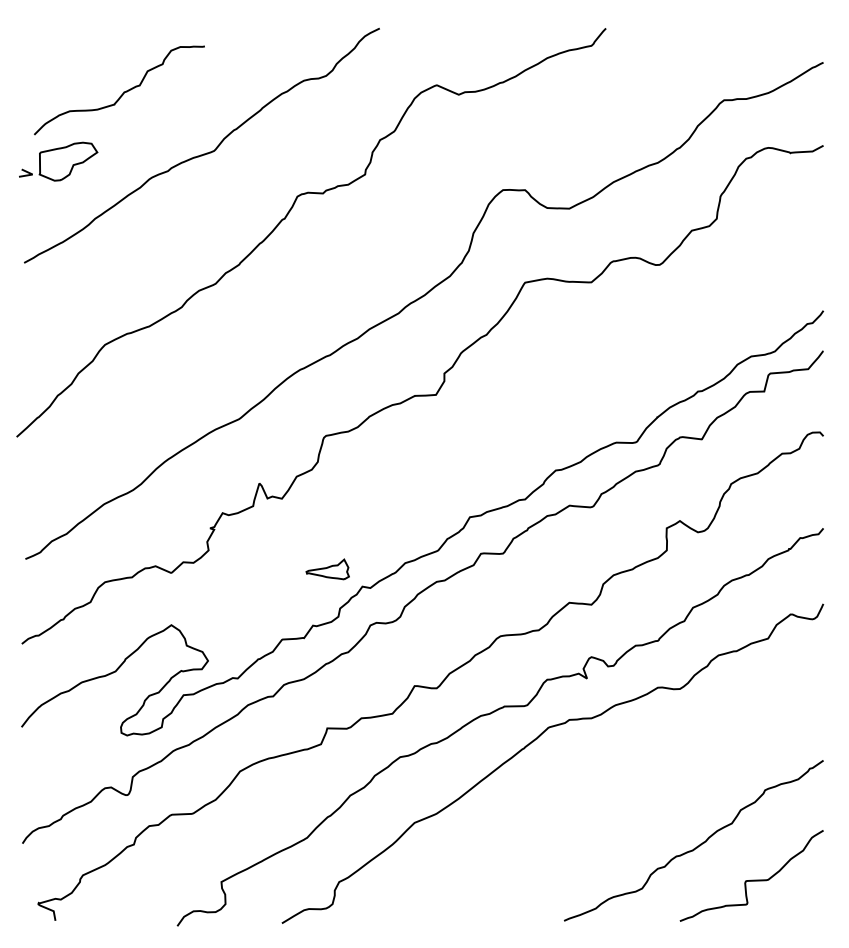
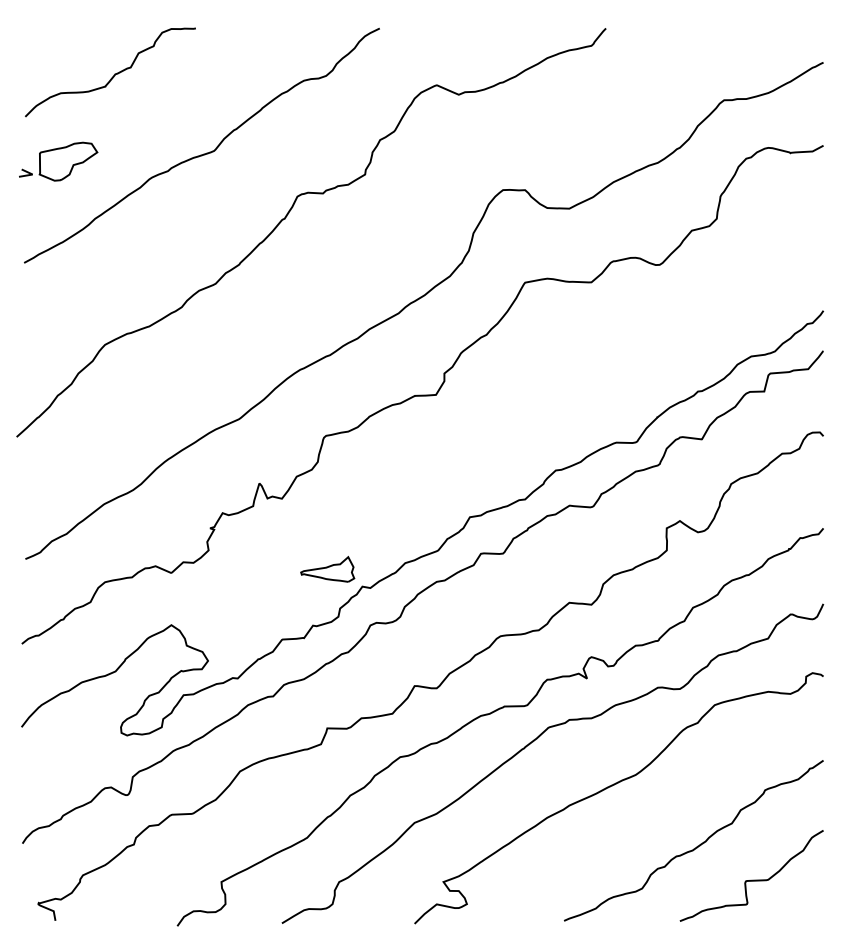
curve at (123, 91) position: (123, 91) -> (114, 73)
part at (327, 569) size: 45x23 px -> 56x27 px
curve at (612, 786): none -> present
